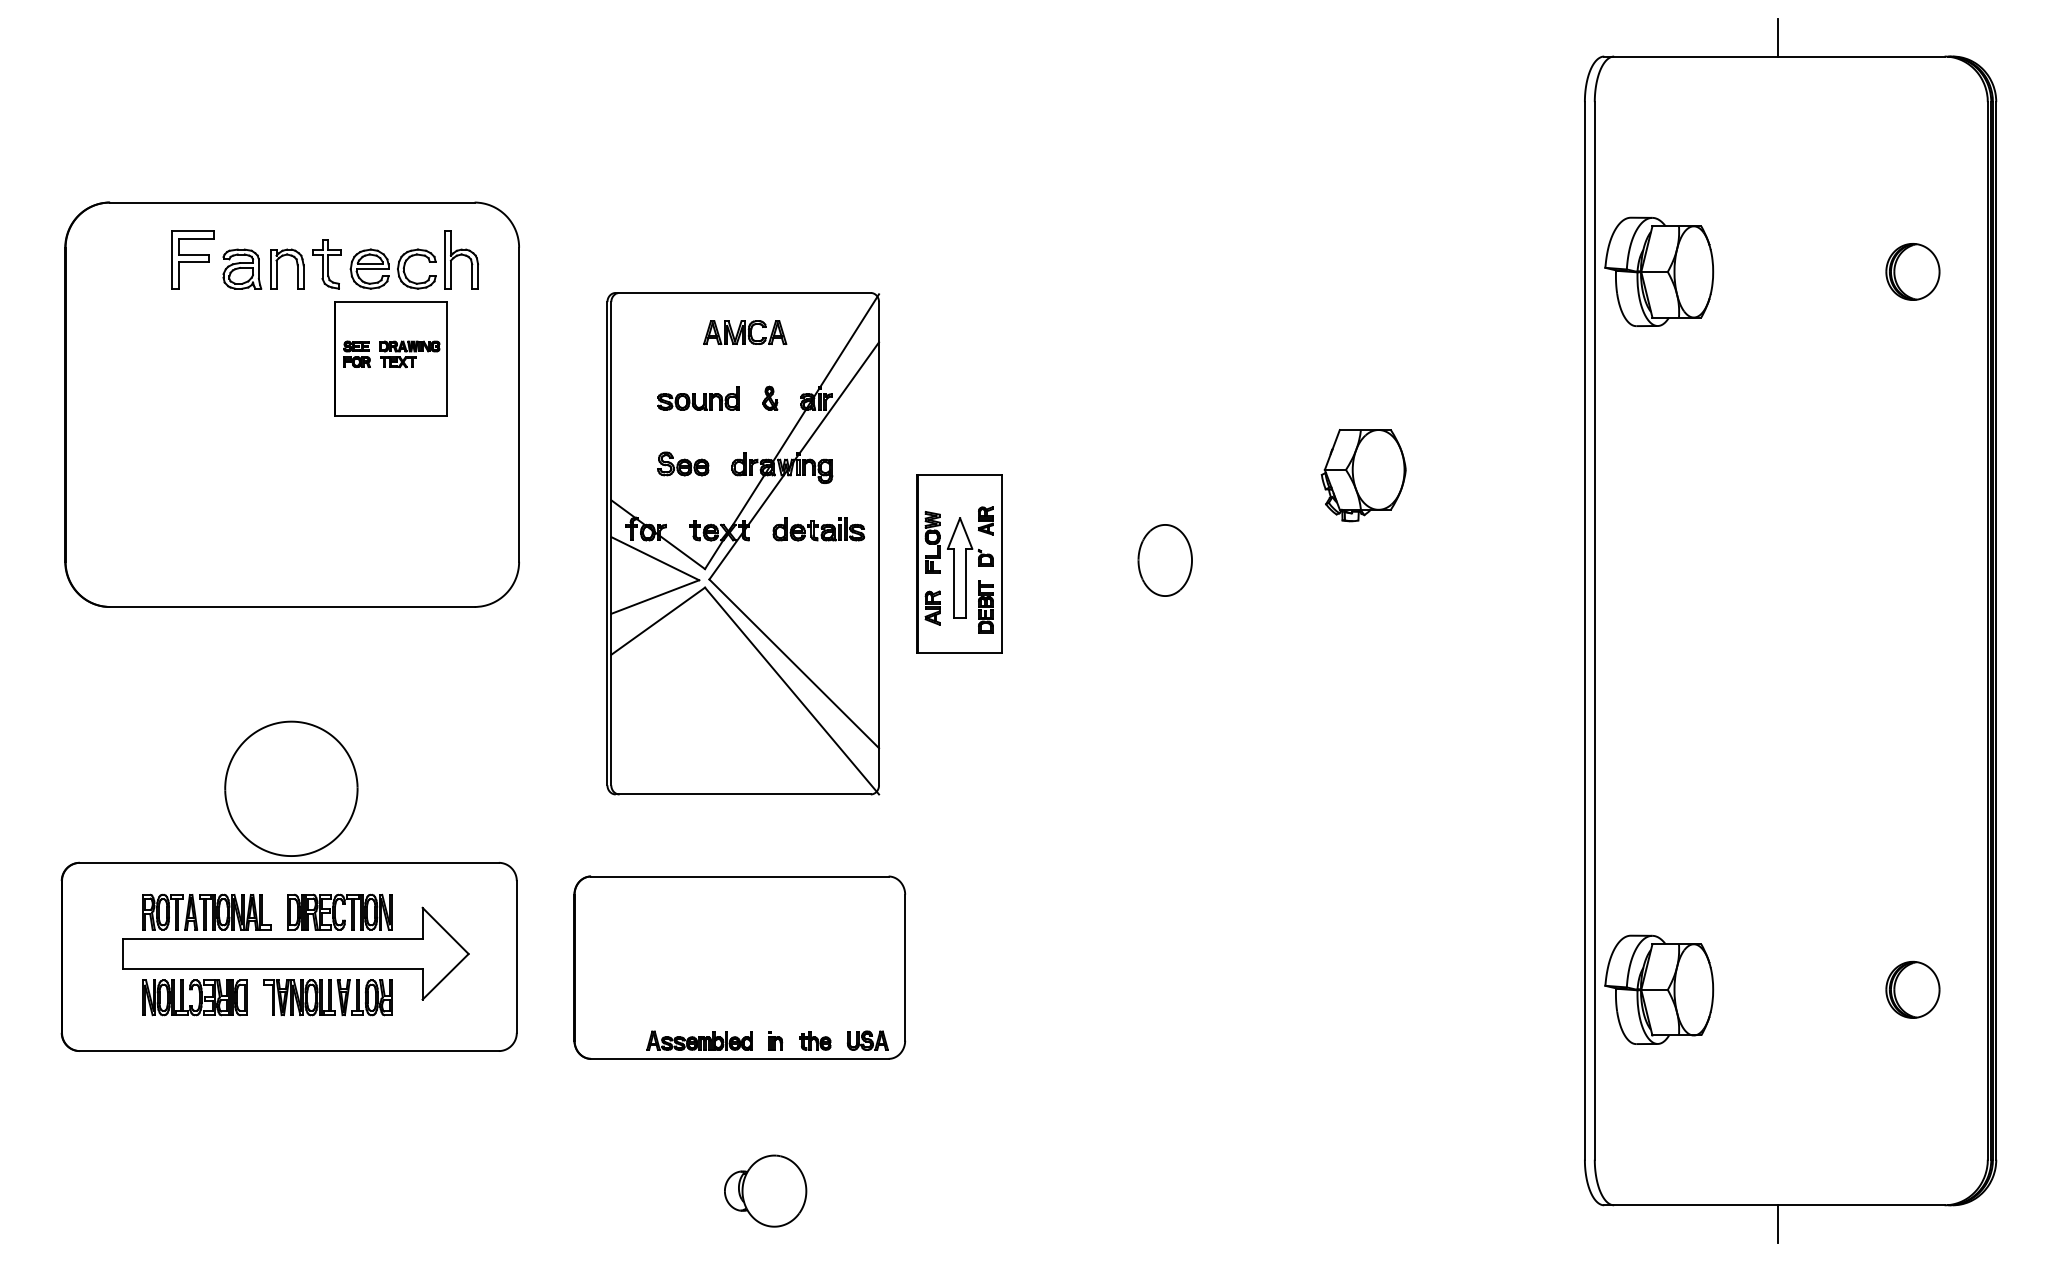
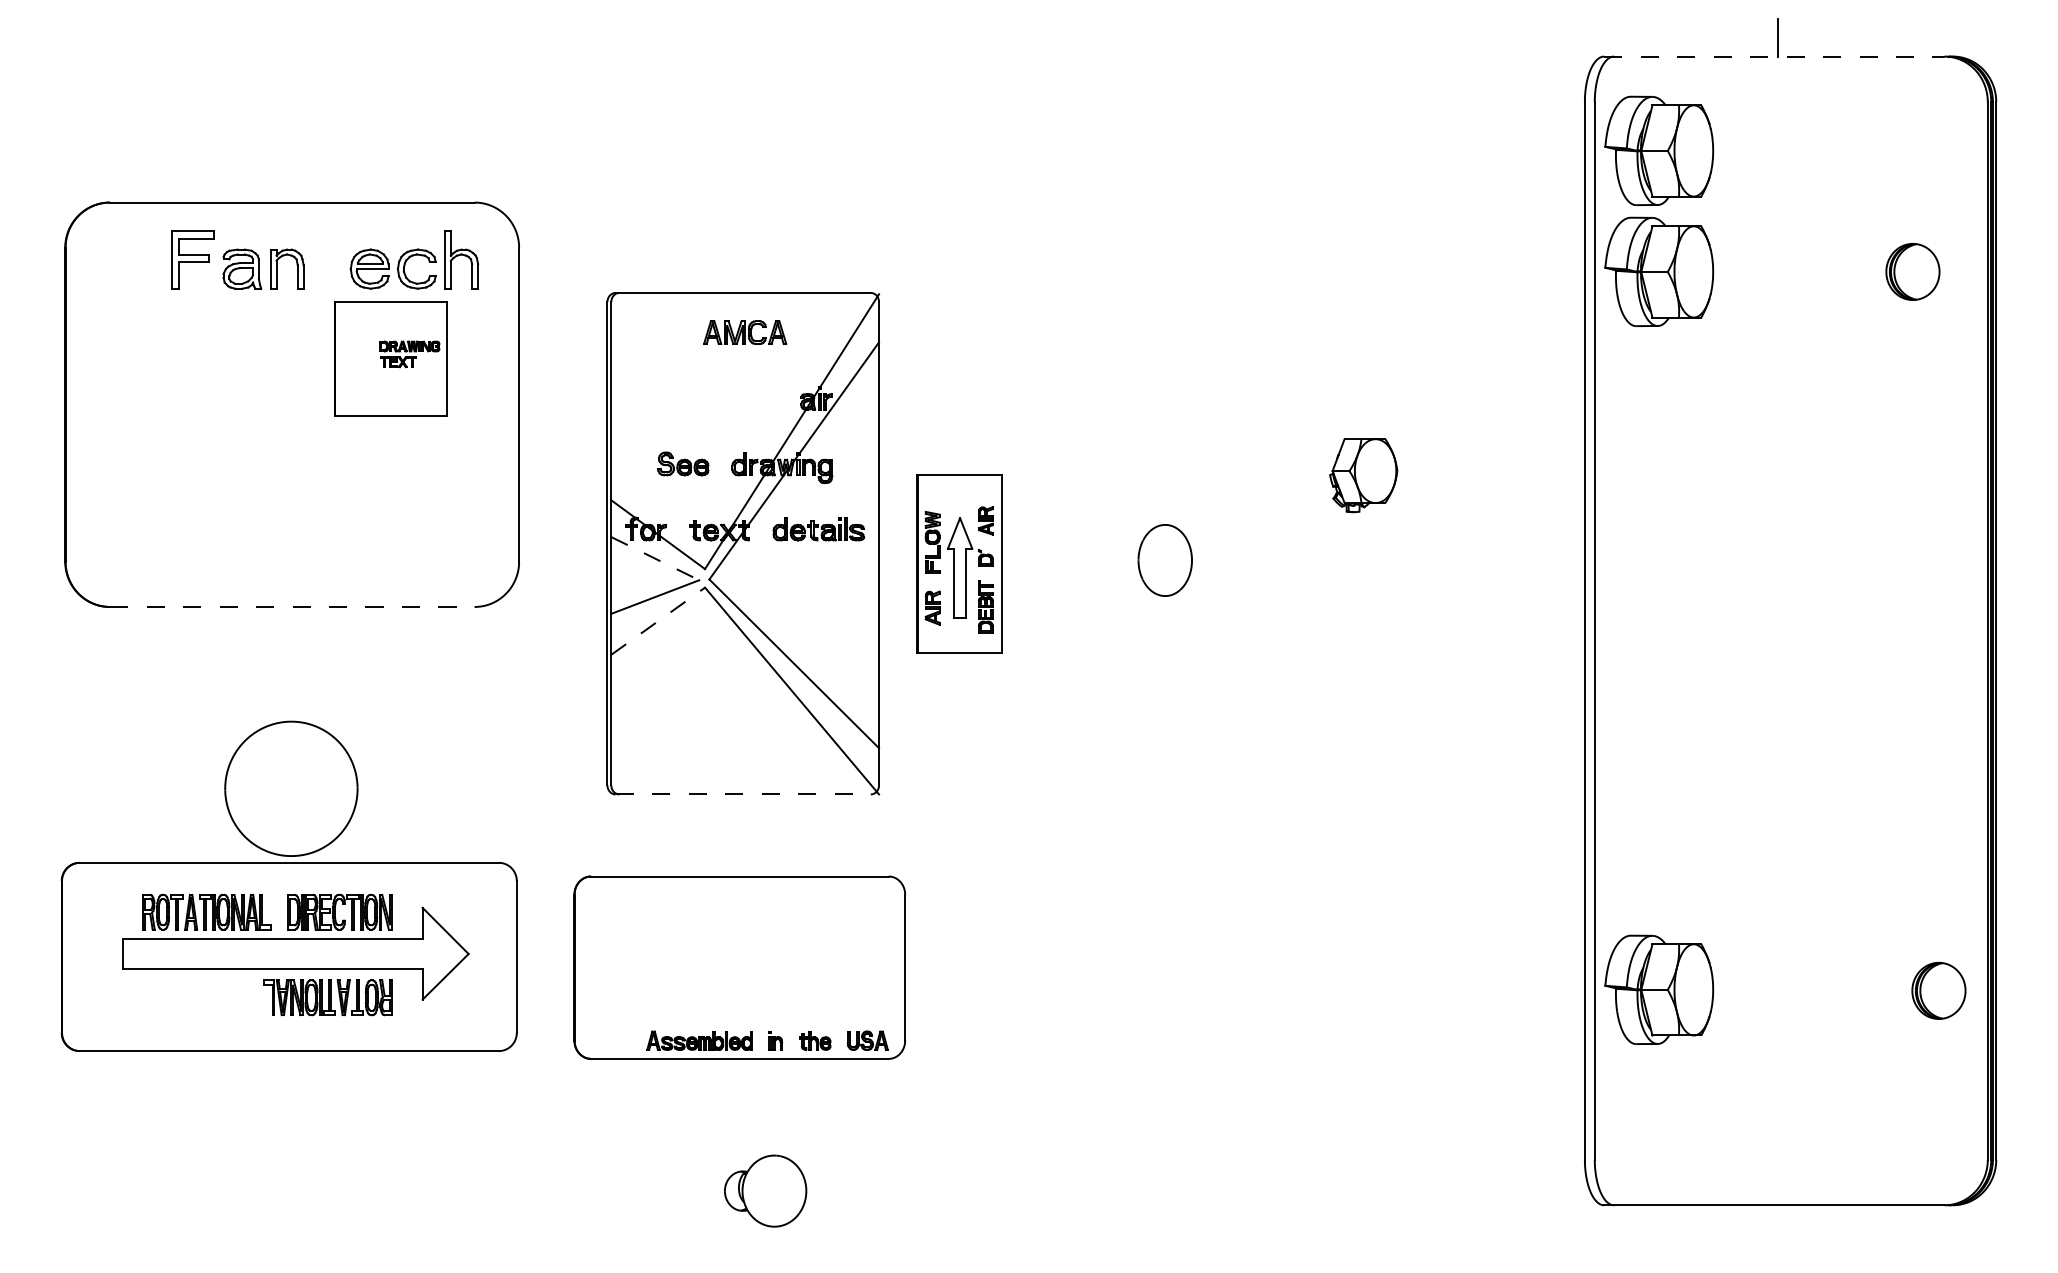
line at (1774, 56): solid -> dashed
part at (1659, 150): none -> present
part at (326, 264): present -> none
part at (356, 353): present -> none
part at (770, 397): present -> none
part at (698, 398): present -> none
part at (1363, 475) size: 87x94 px -> 70x76 px
line at (655, 558): solid -> dashed
line at (292, 606): solid -> dashed
line at (658, 621): solid -> dashed
line at (743, 794): solid -> dashed
part at (1912, 989) position: (1912, 989) -> (1938, 990)
part at (194, 997): present -> none
line at (1777, 1224): present -> none
